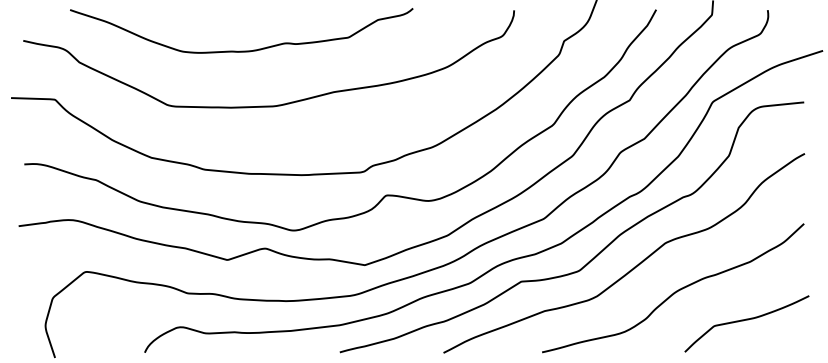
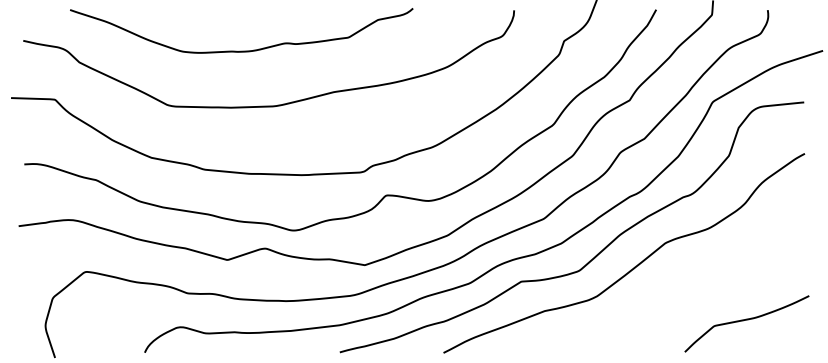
curve at (674, 291): present -> none
